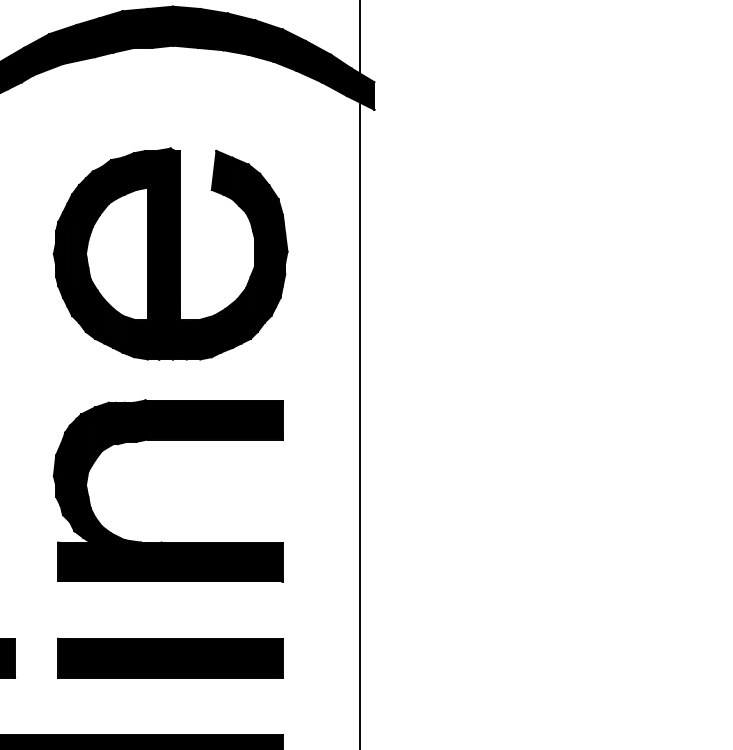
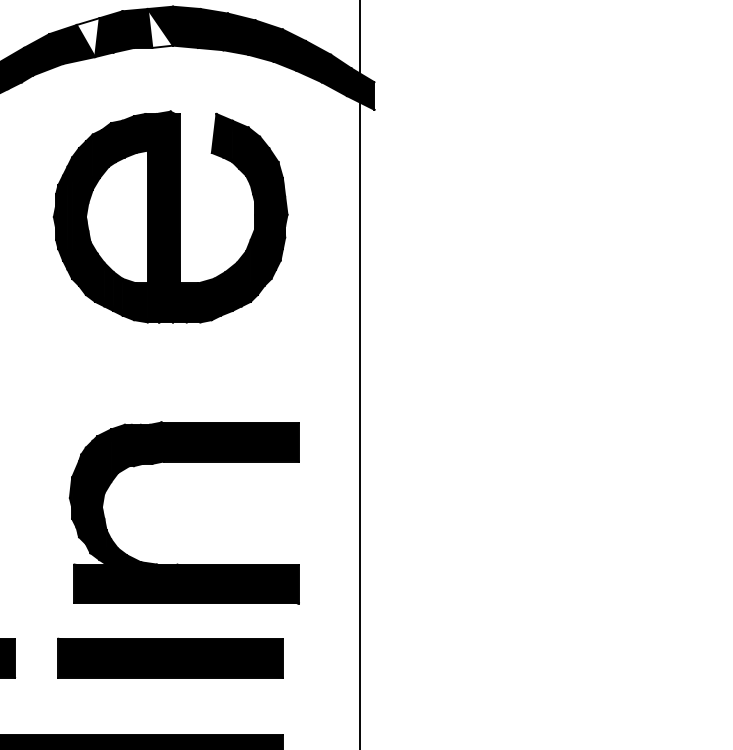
fill at (159, 28): present -> none
fill at (87, 37): present -> none
part at (170, 253) position: (170, 253) -> (170, 216)
part at (167, 440) position: (167, 440) -> (183, 462)
